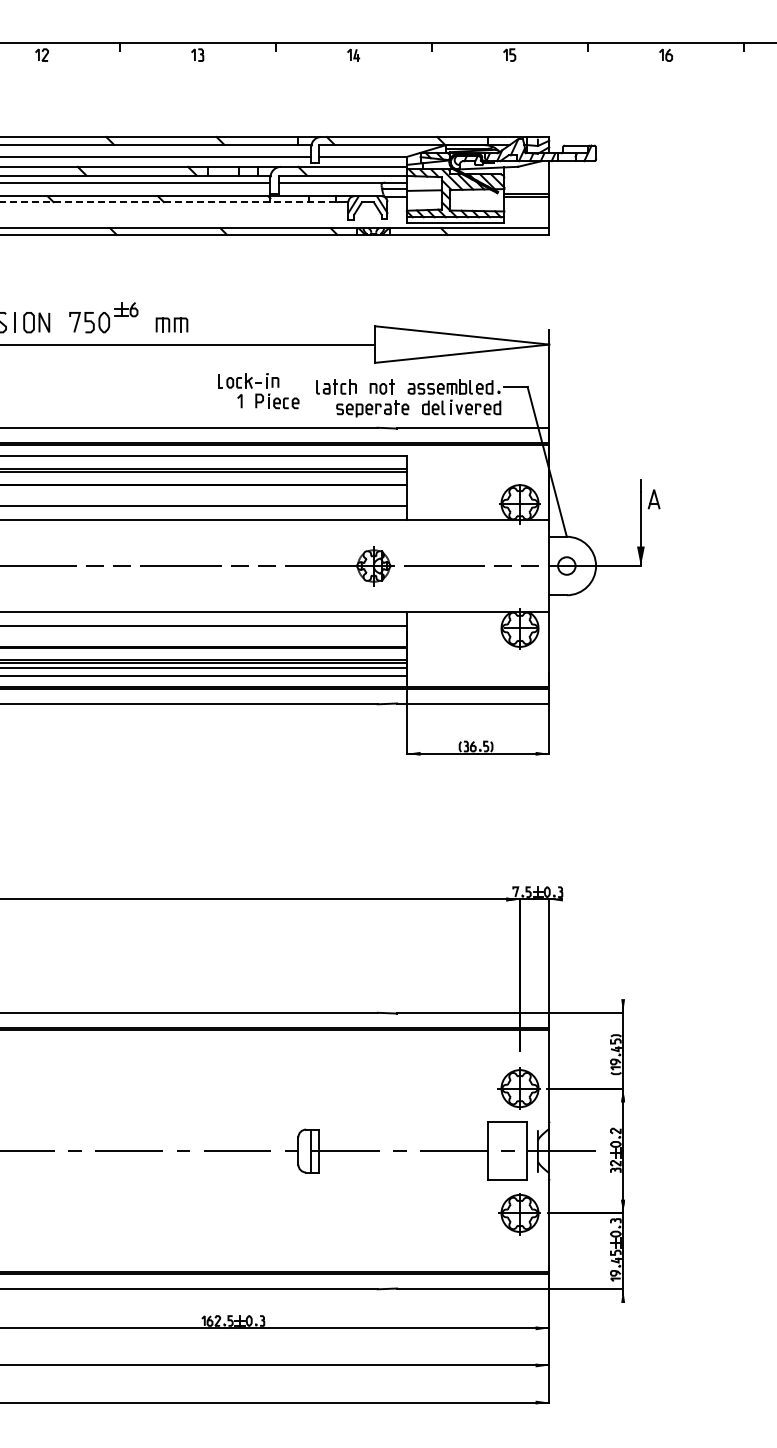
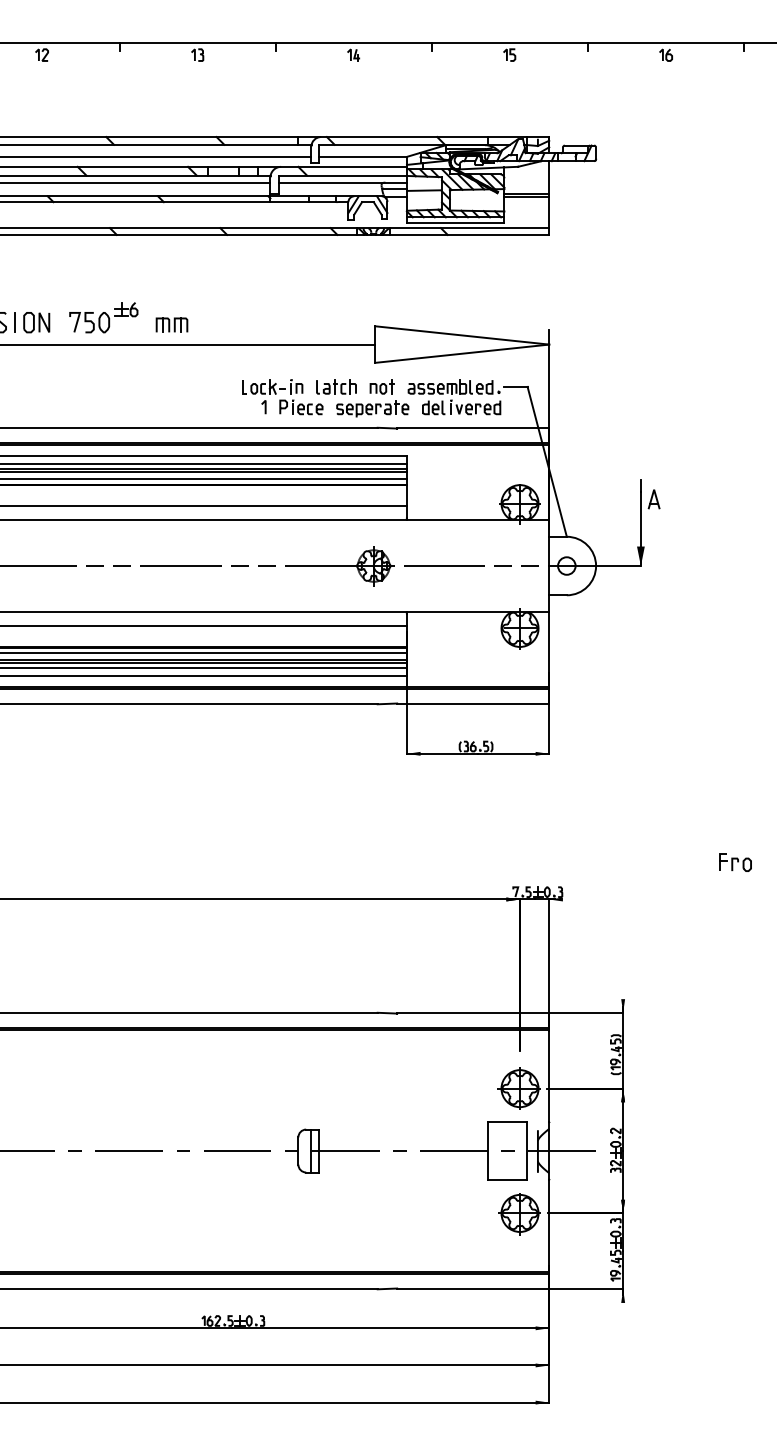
line at (168, 202): dashed -> solid
part at (258, 391) position: (258, 391) -> (282, 397)
line at (204, 463): none -> present
line at (204, 479): none -> present
line at (204, 652): none -> present
part at (735, 862): none -> present
